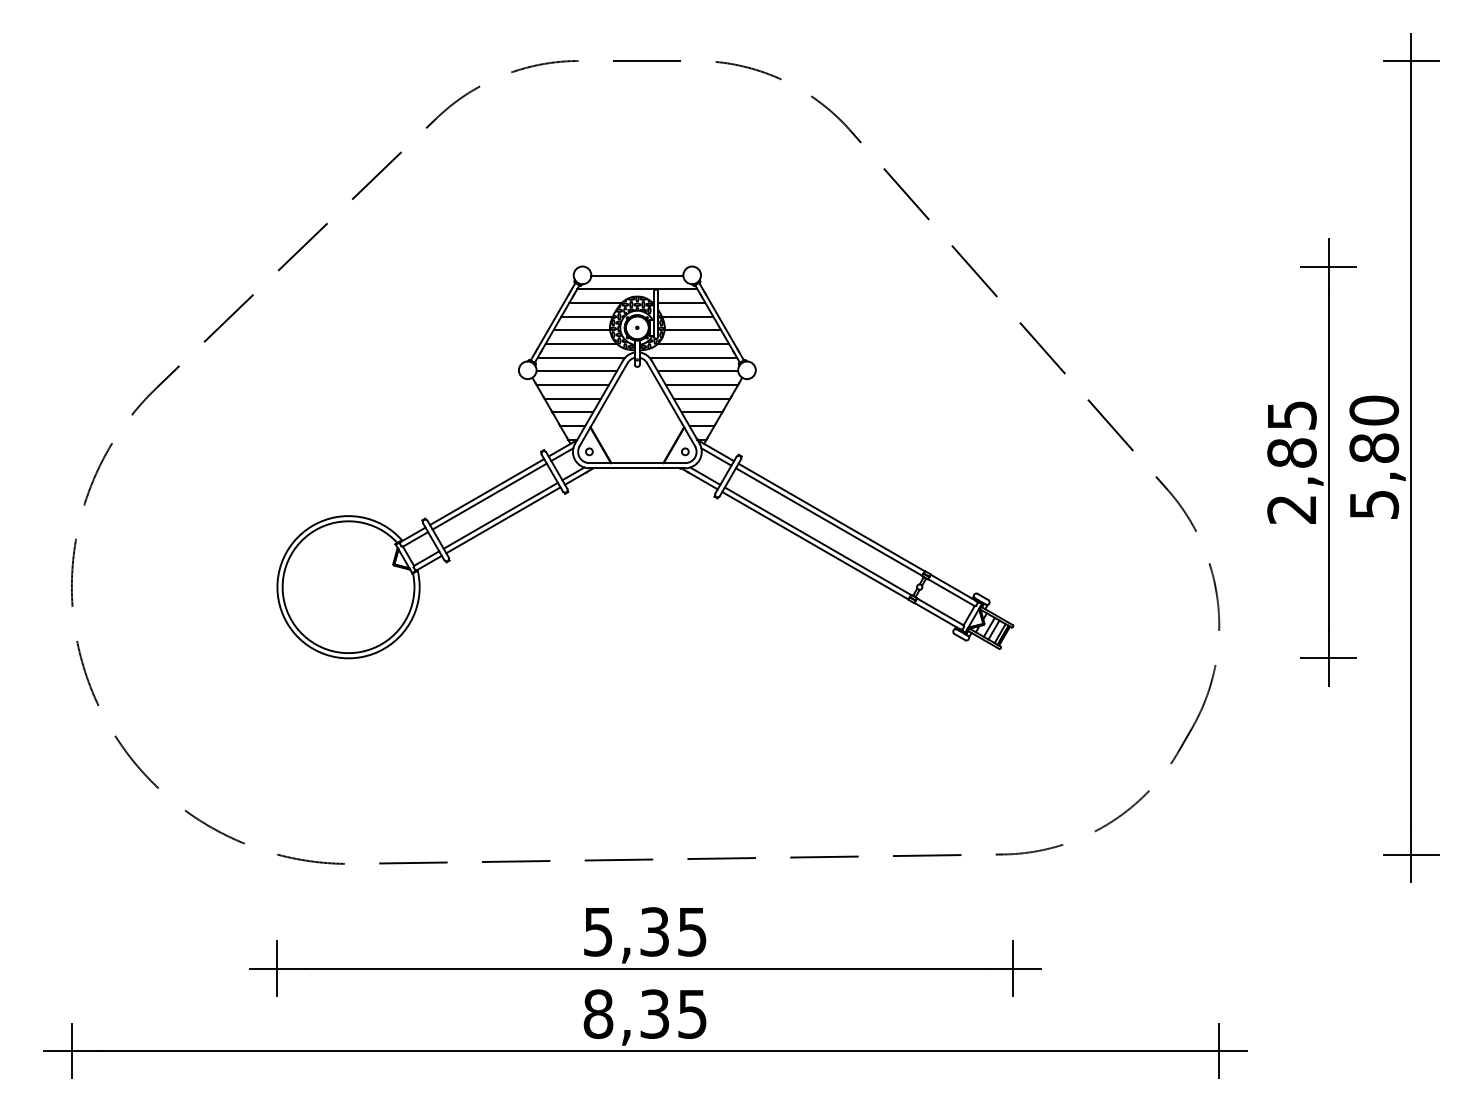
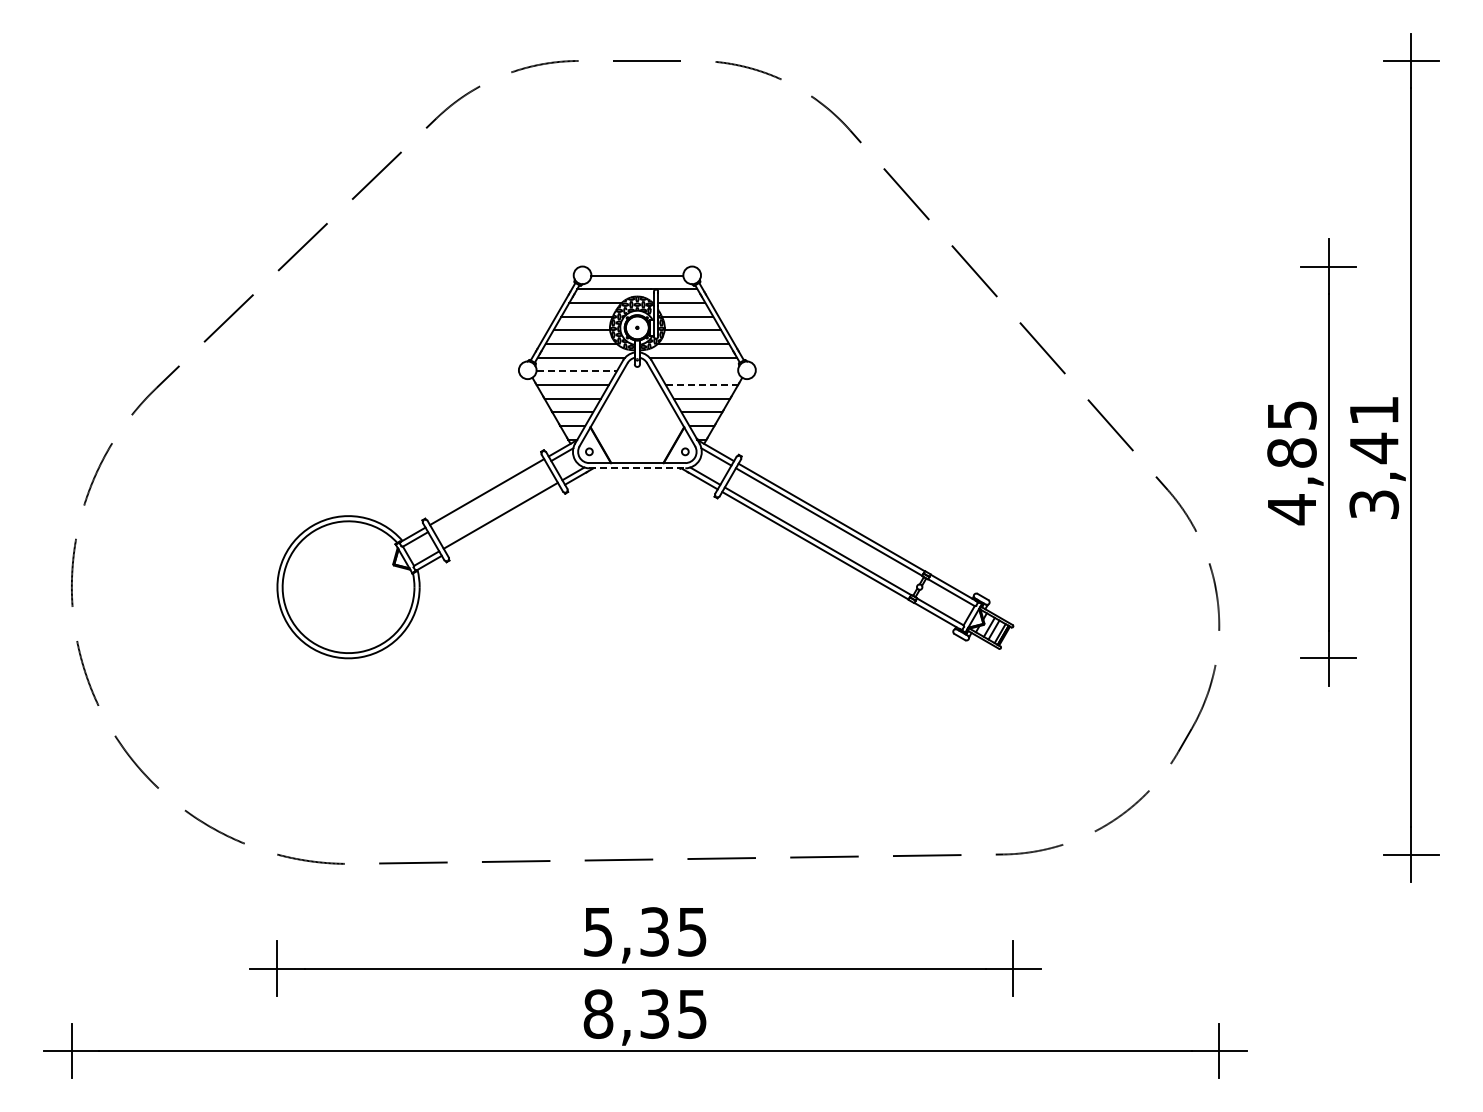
line at (577, 371): solid -> dashed
line at (697, 371): present -> none
line at (702, 385): solid -> dashed
text at (1374, 456): 5,80 -> 3,41
line at (637, 468): solid -> dashed
line at (489, 496): present -> none
text at (1291, 509): 2,85 -> 4,85
line at (503, 520): present -> none
